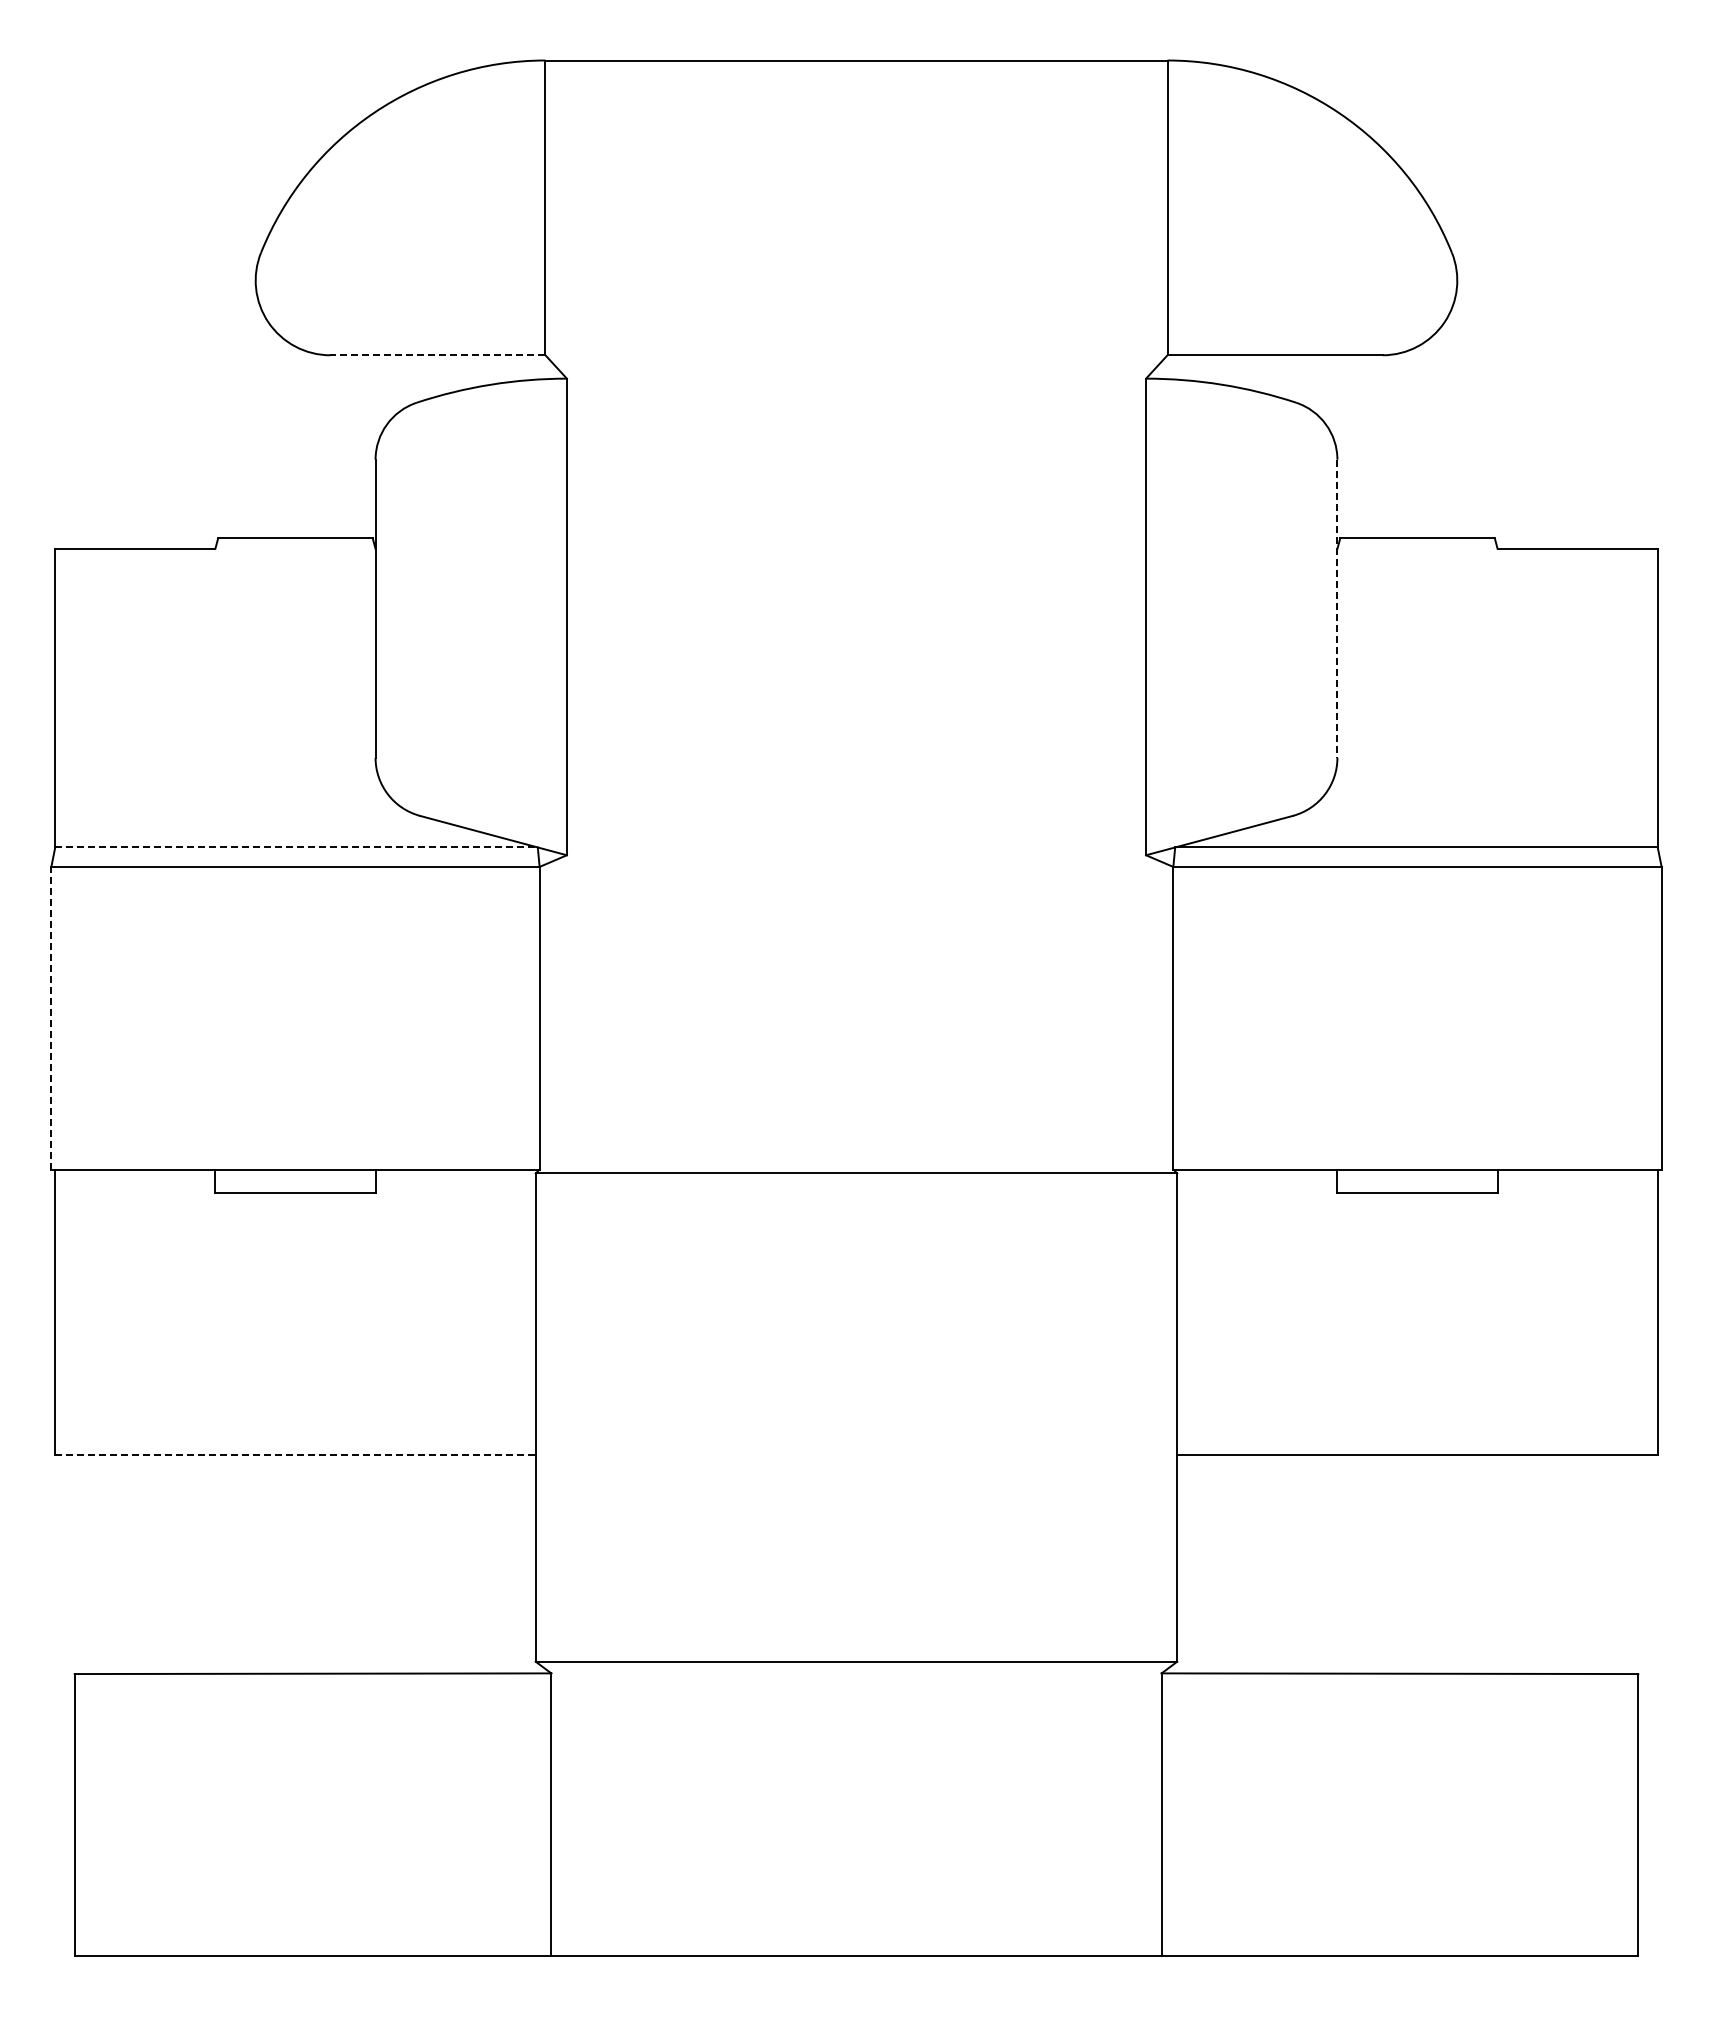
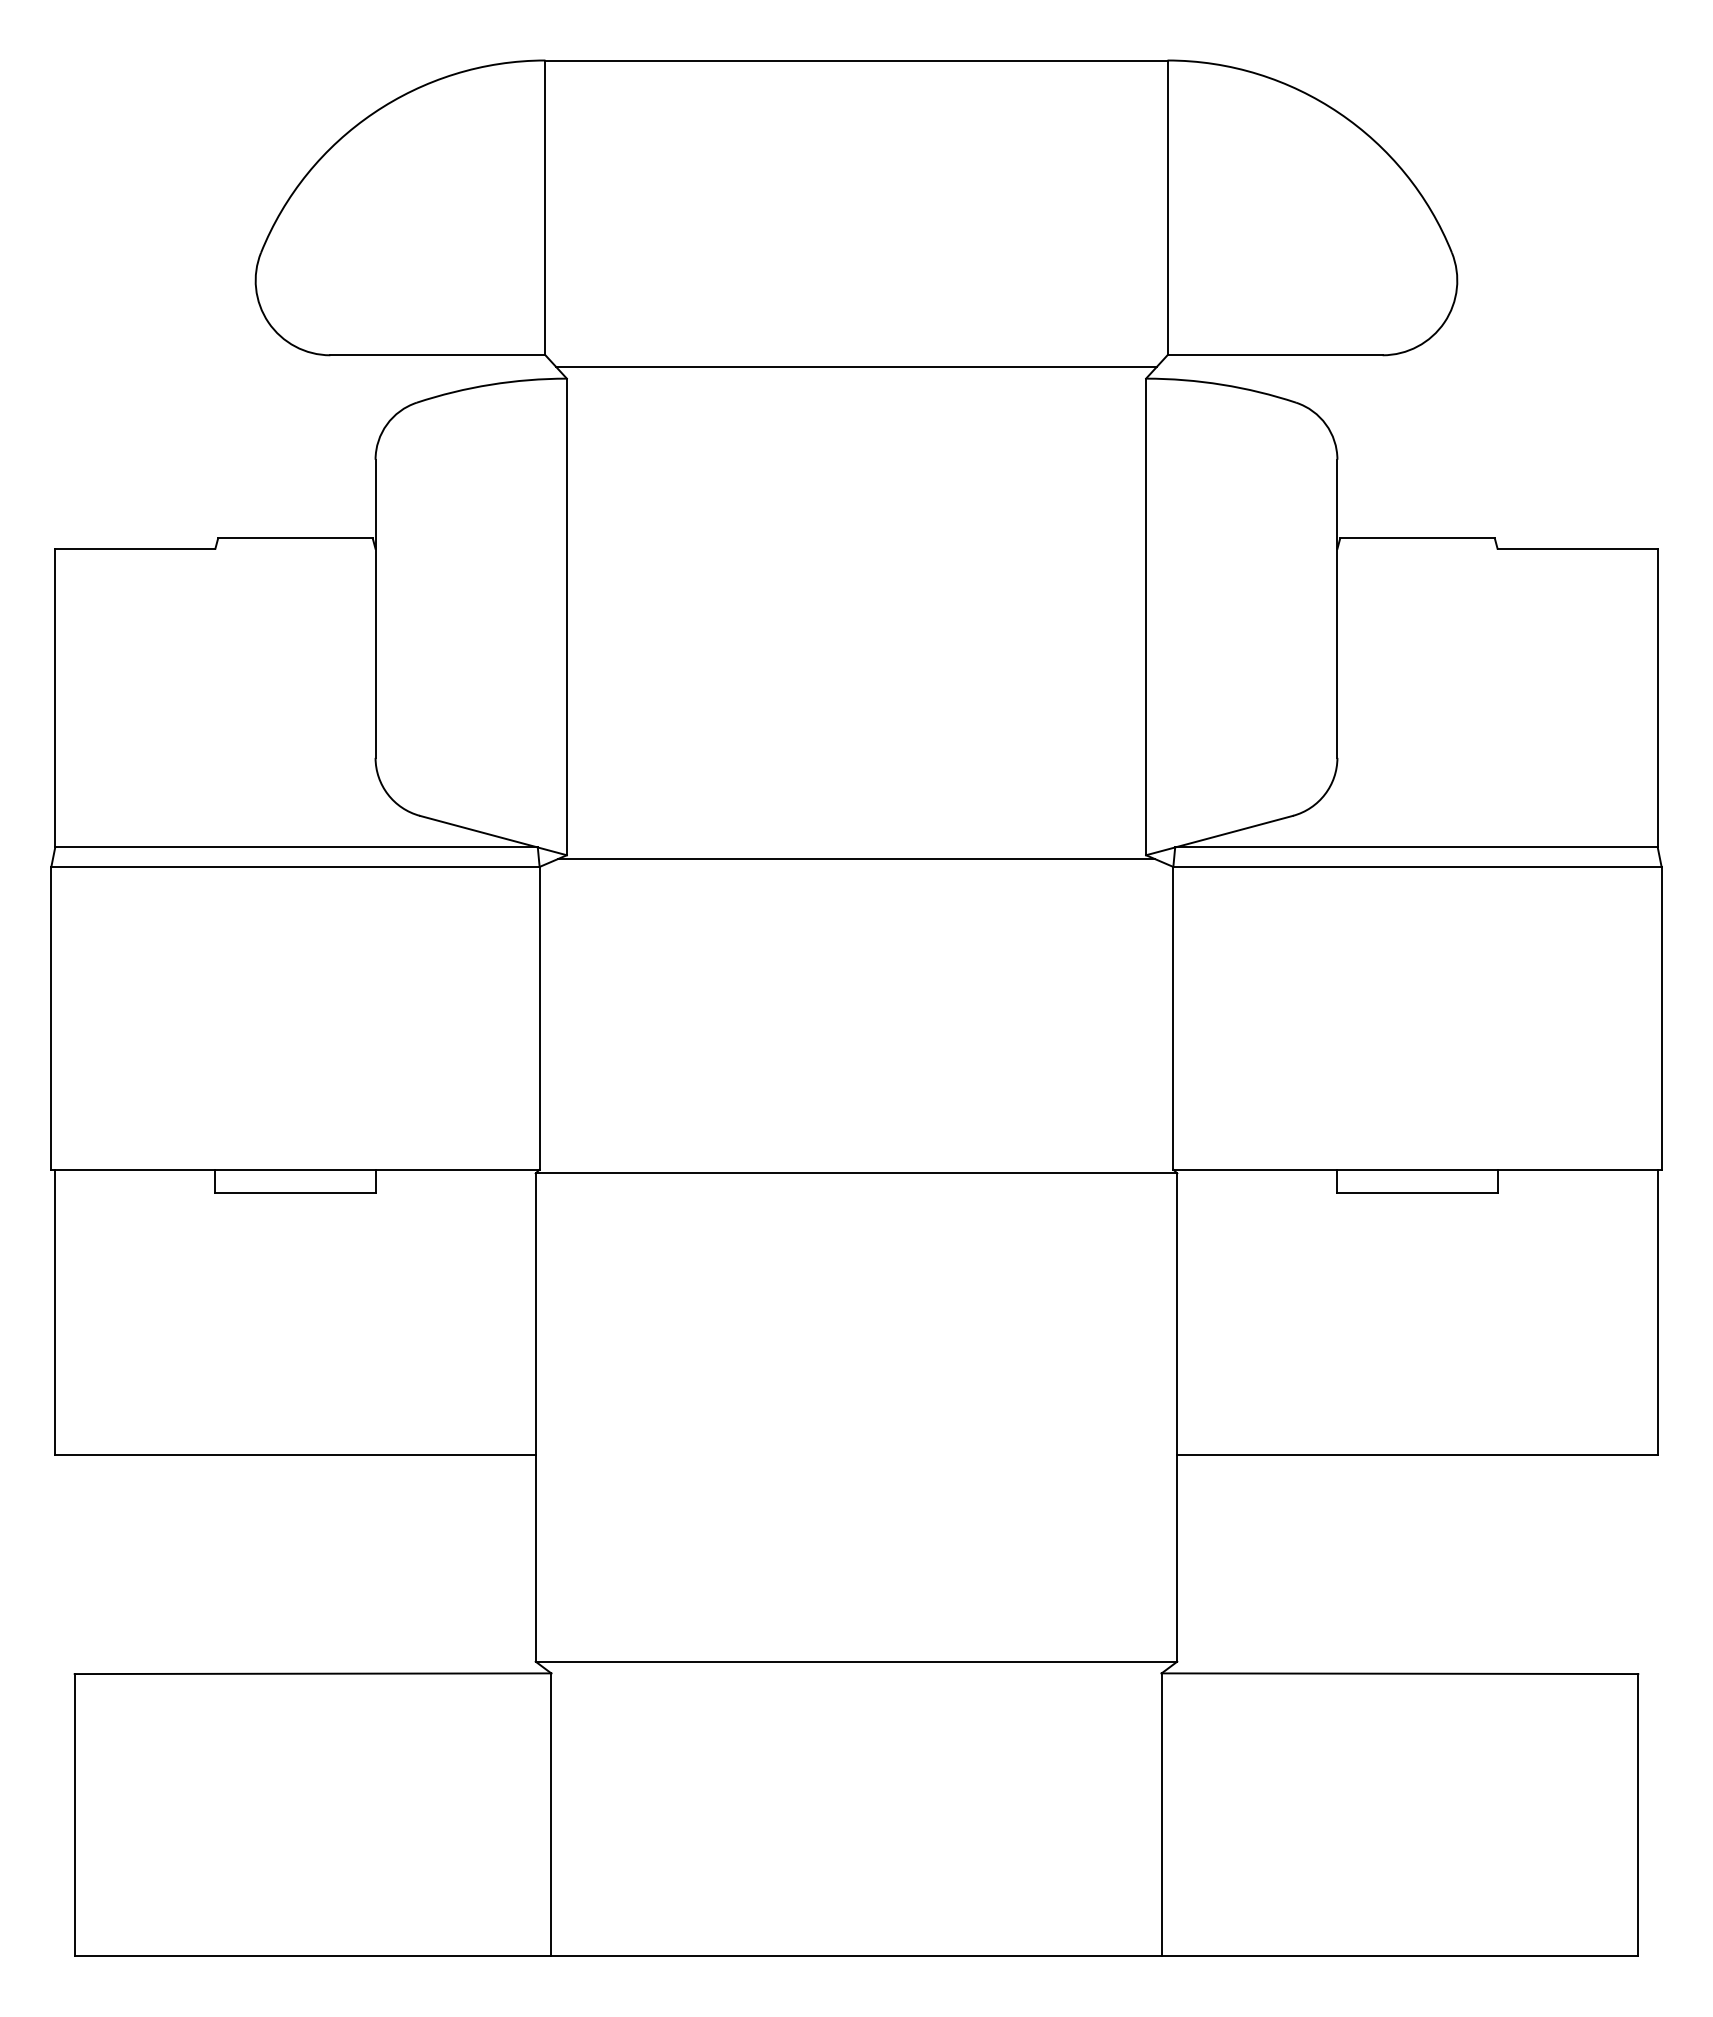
line at (437, 355): dashed -> solid
line at (856, 366): none -> present
line at (1337, 609): dashed -> solid
line at (297, 847): dashed -> solid
line at (856, 859): none -> present
line at (51, 1017): dashed -> solid
line at (295, 1455): dashed -> solid
